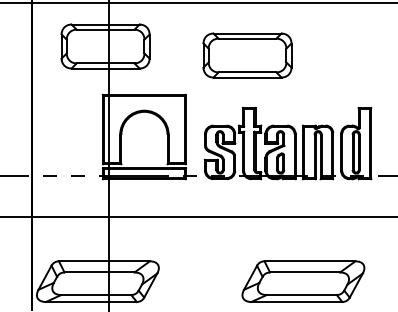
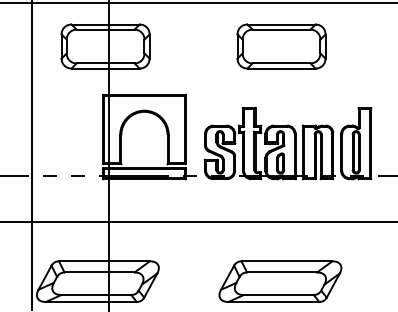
part at (247, 55) position: (247, 55) -> (281, 46)
line at (198, 217) position: (198, 217) -> (198, 222)
part at (303, 281) position: (303, 281) -> (280, 281)
